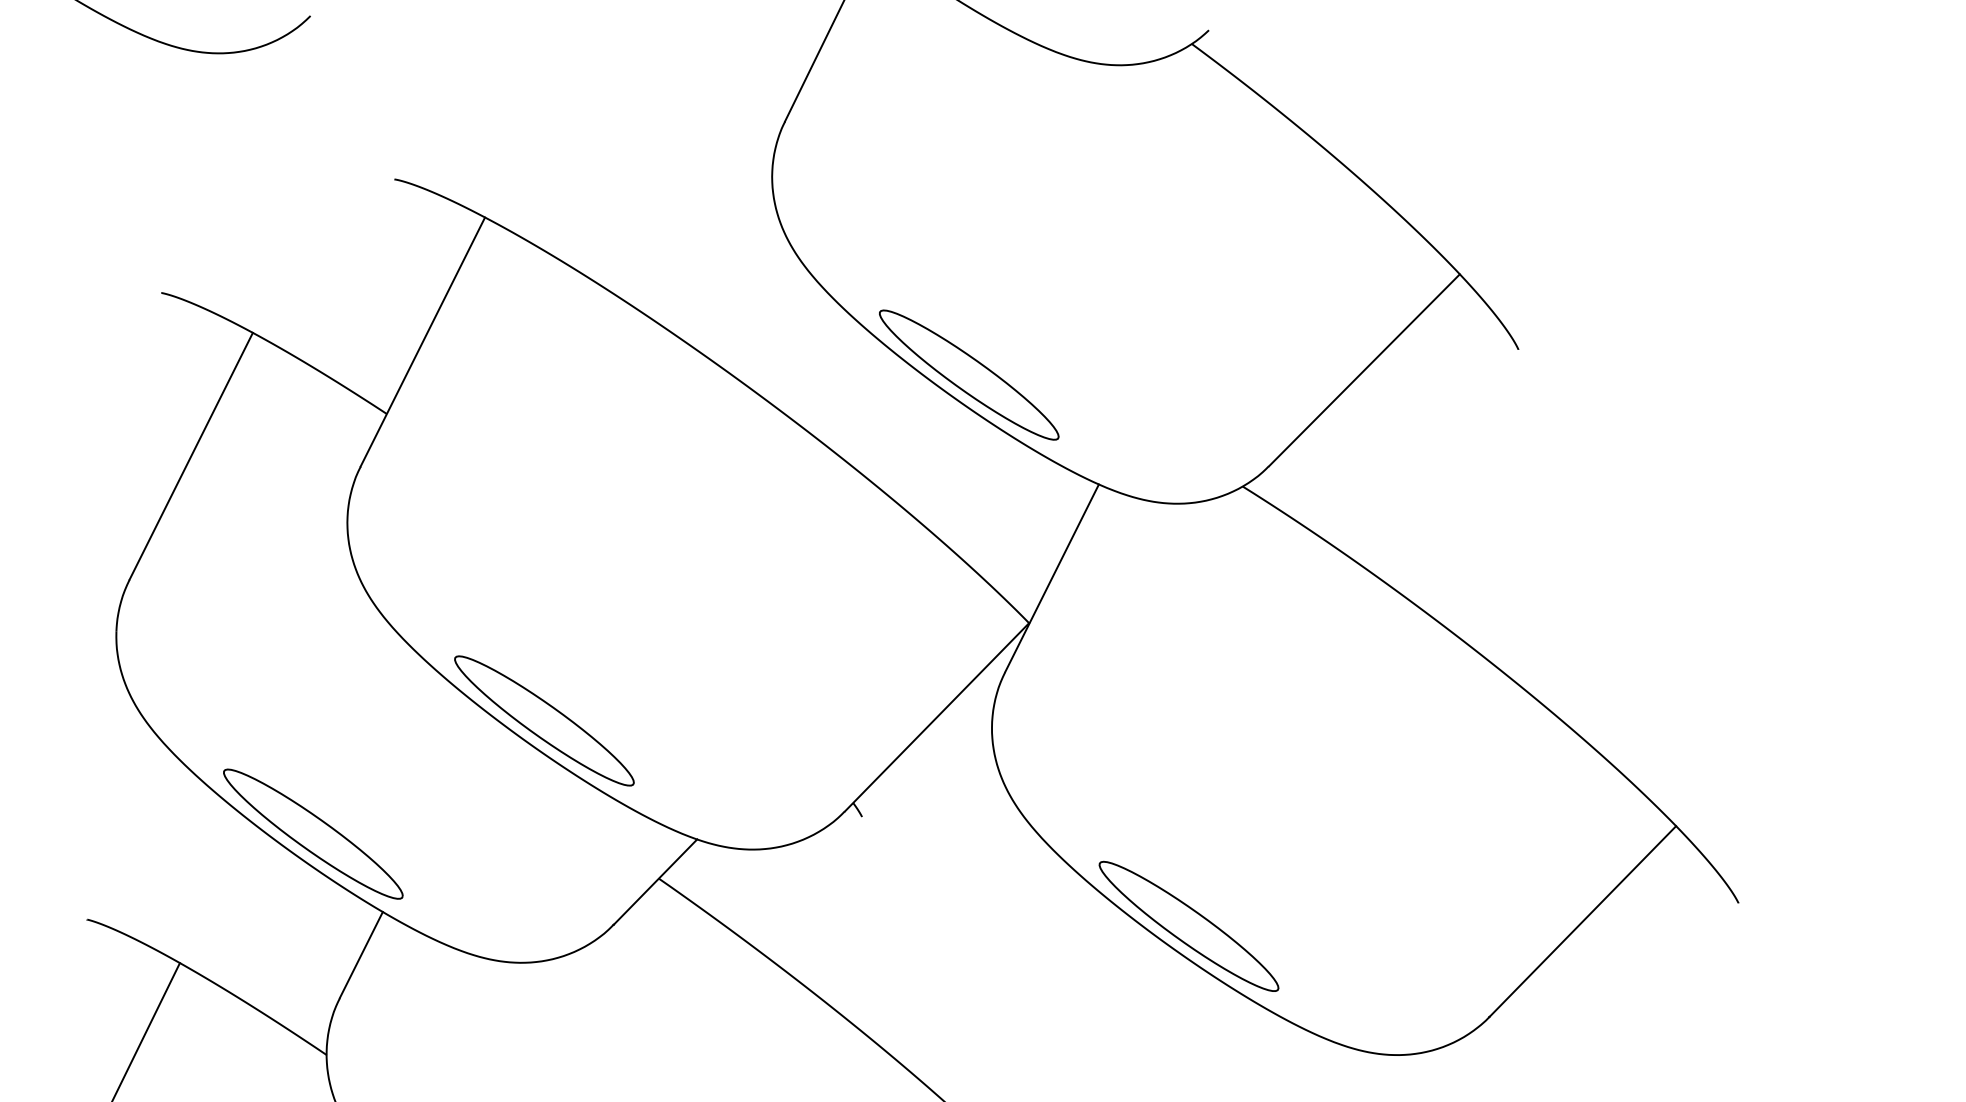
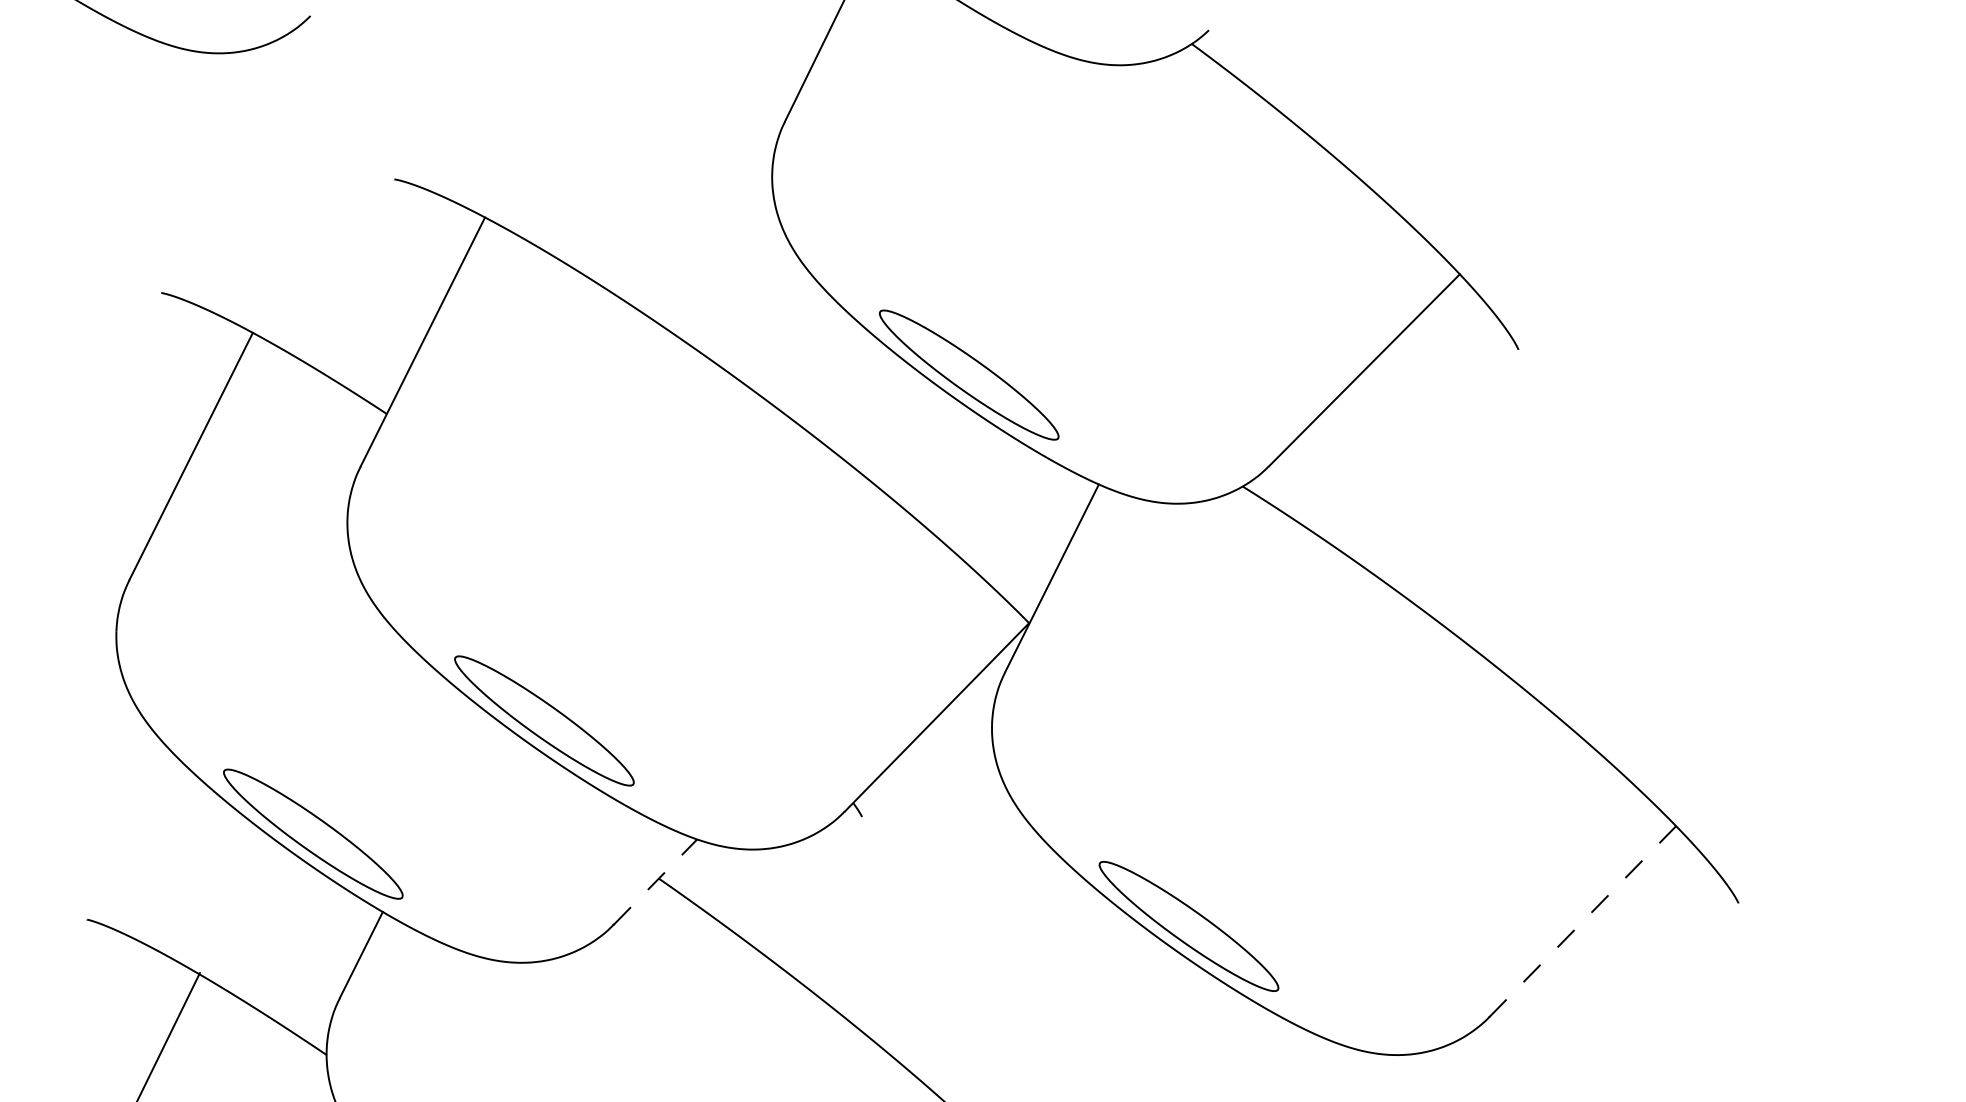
line at (655, 881): solid -> dashed
line at (1583, 921): solid -> dashed
line at (146, 1030) position: (146, 1030) -> (168, 1035)
